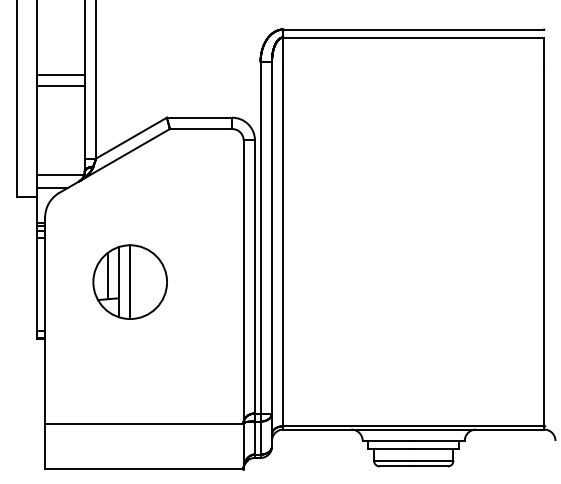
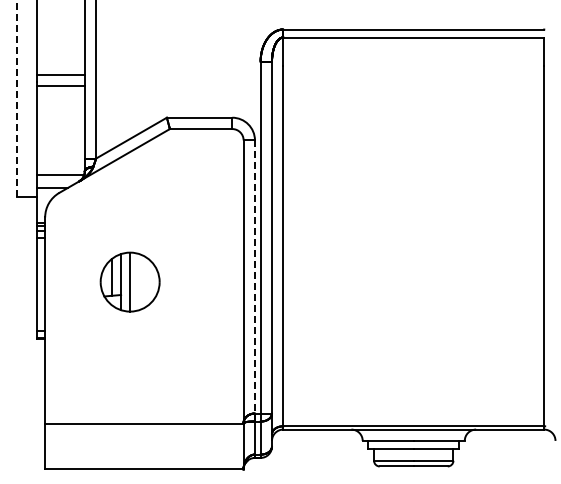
line at (16, 98): solid -> dashed
line at (254, 276): solid -> dashed
part at (129, 281) size: 76x76 px -> 62x62 px
